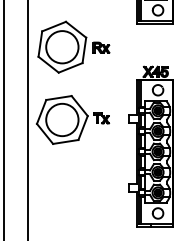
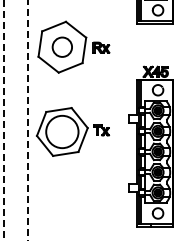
circle at (62, 47) diameter: 32 px -> 19 px
part at (72, 119) position: (72, 119) -> (72, 131)
line at (3, 120): solid -> dashed
line at (27, 120): solid -> dashed
